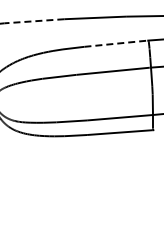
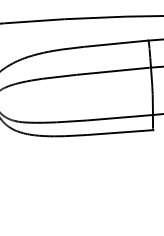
line at (34, 21): dashed -> solid
line at (116, 43): dashed -> solid
